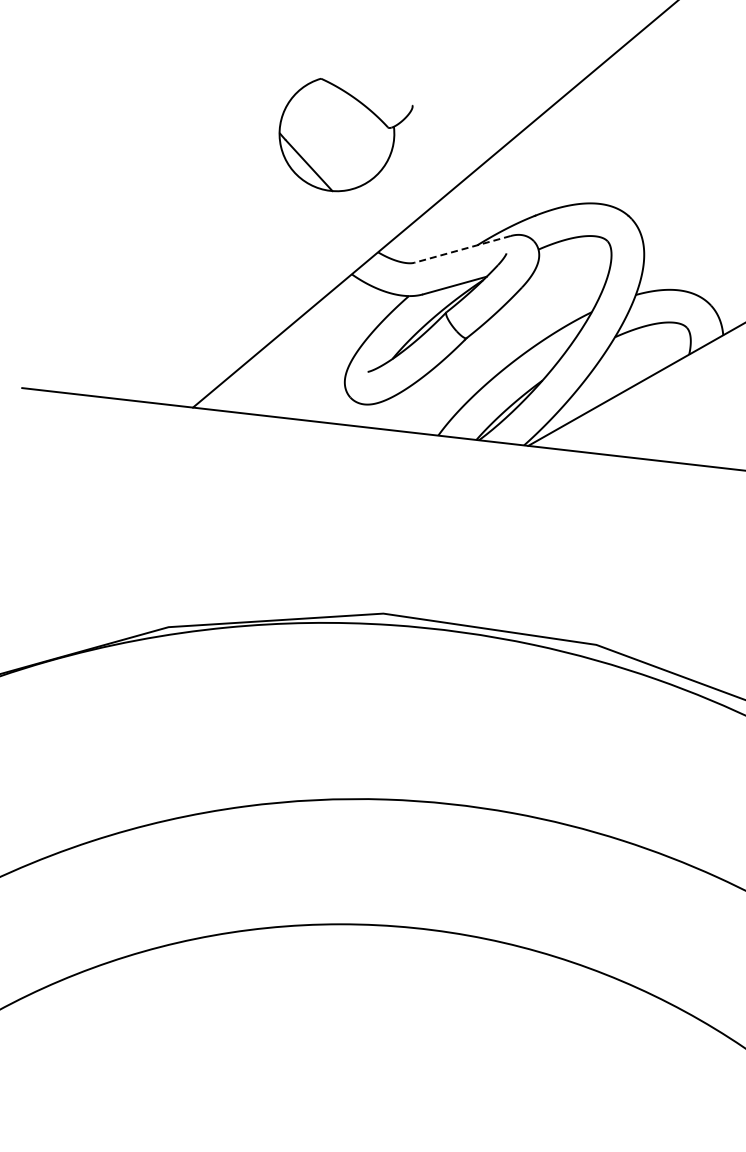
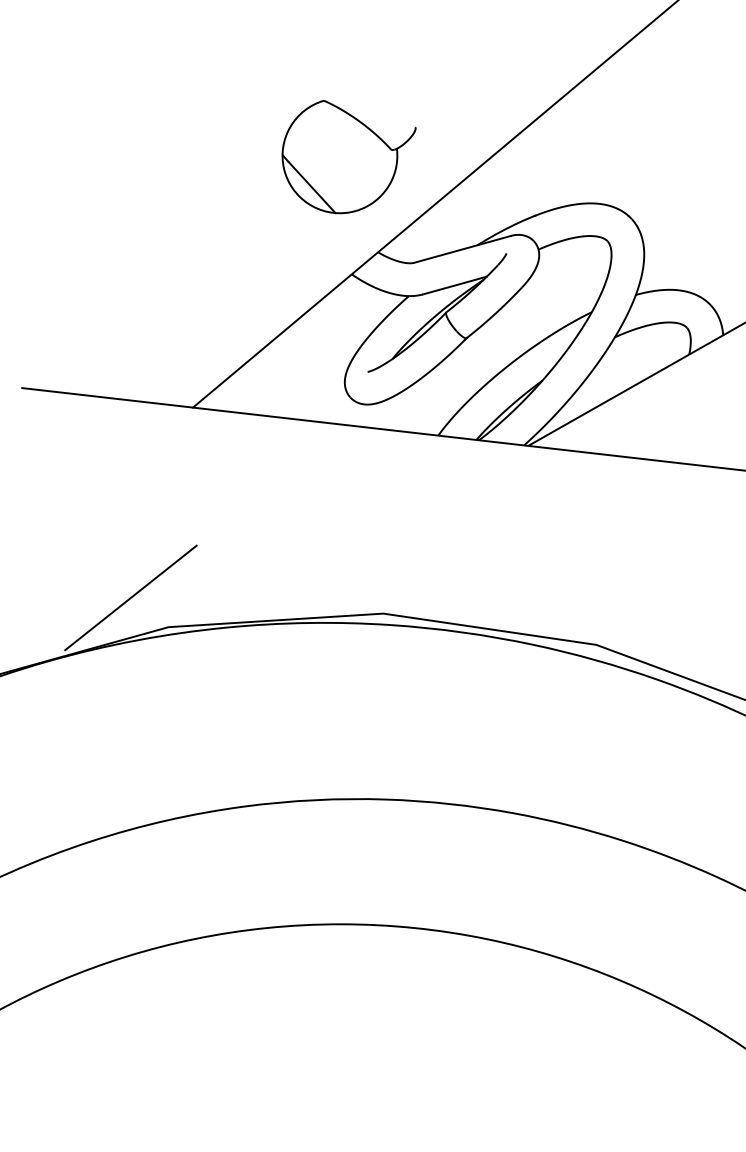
part at (345, 135) position: (345, 135) -> (348, 157)
line at (462, 249): dashed -> solid
line at (130, 597): none -> present
